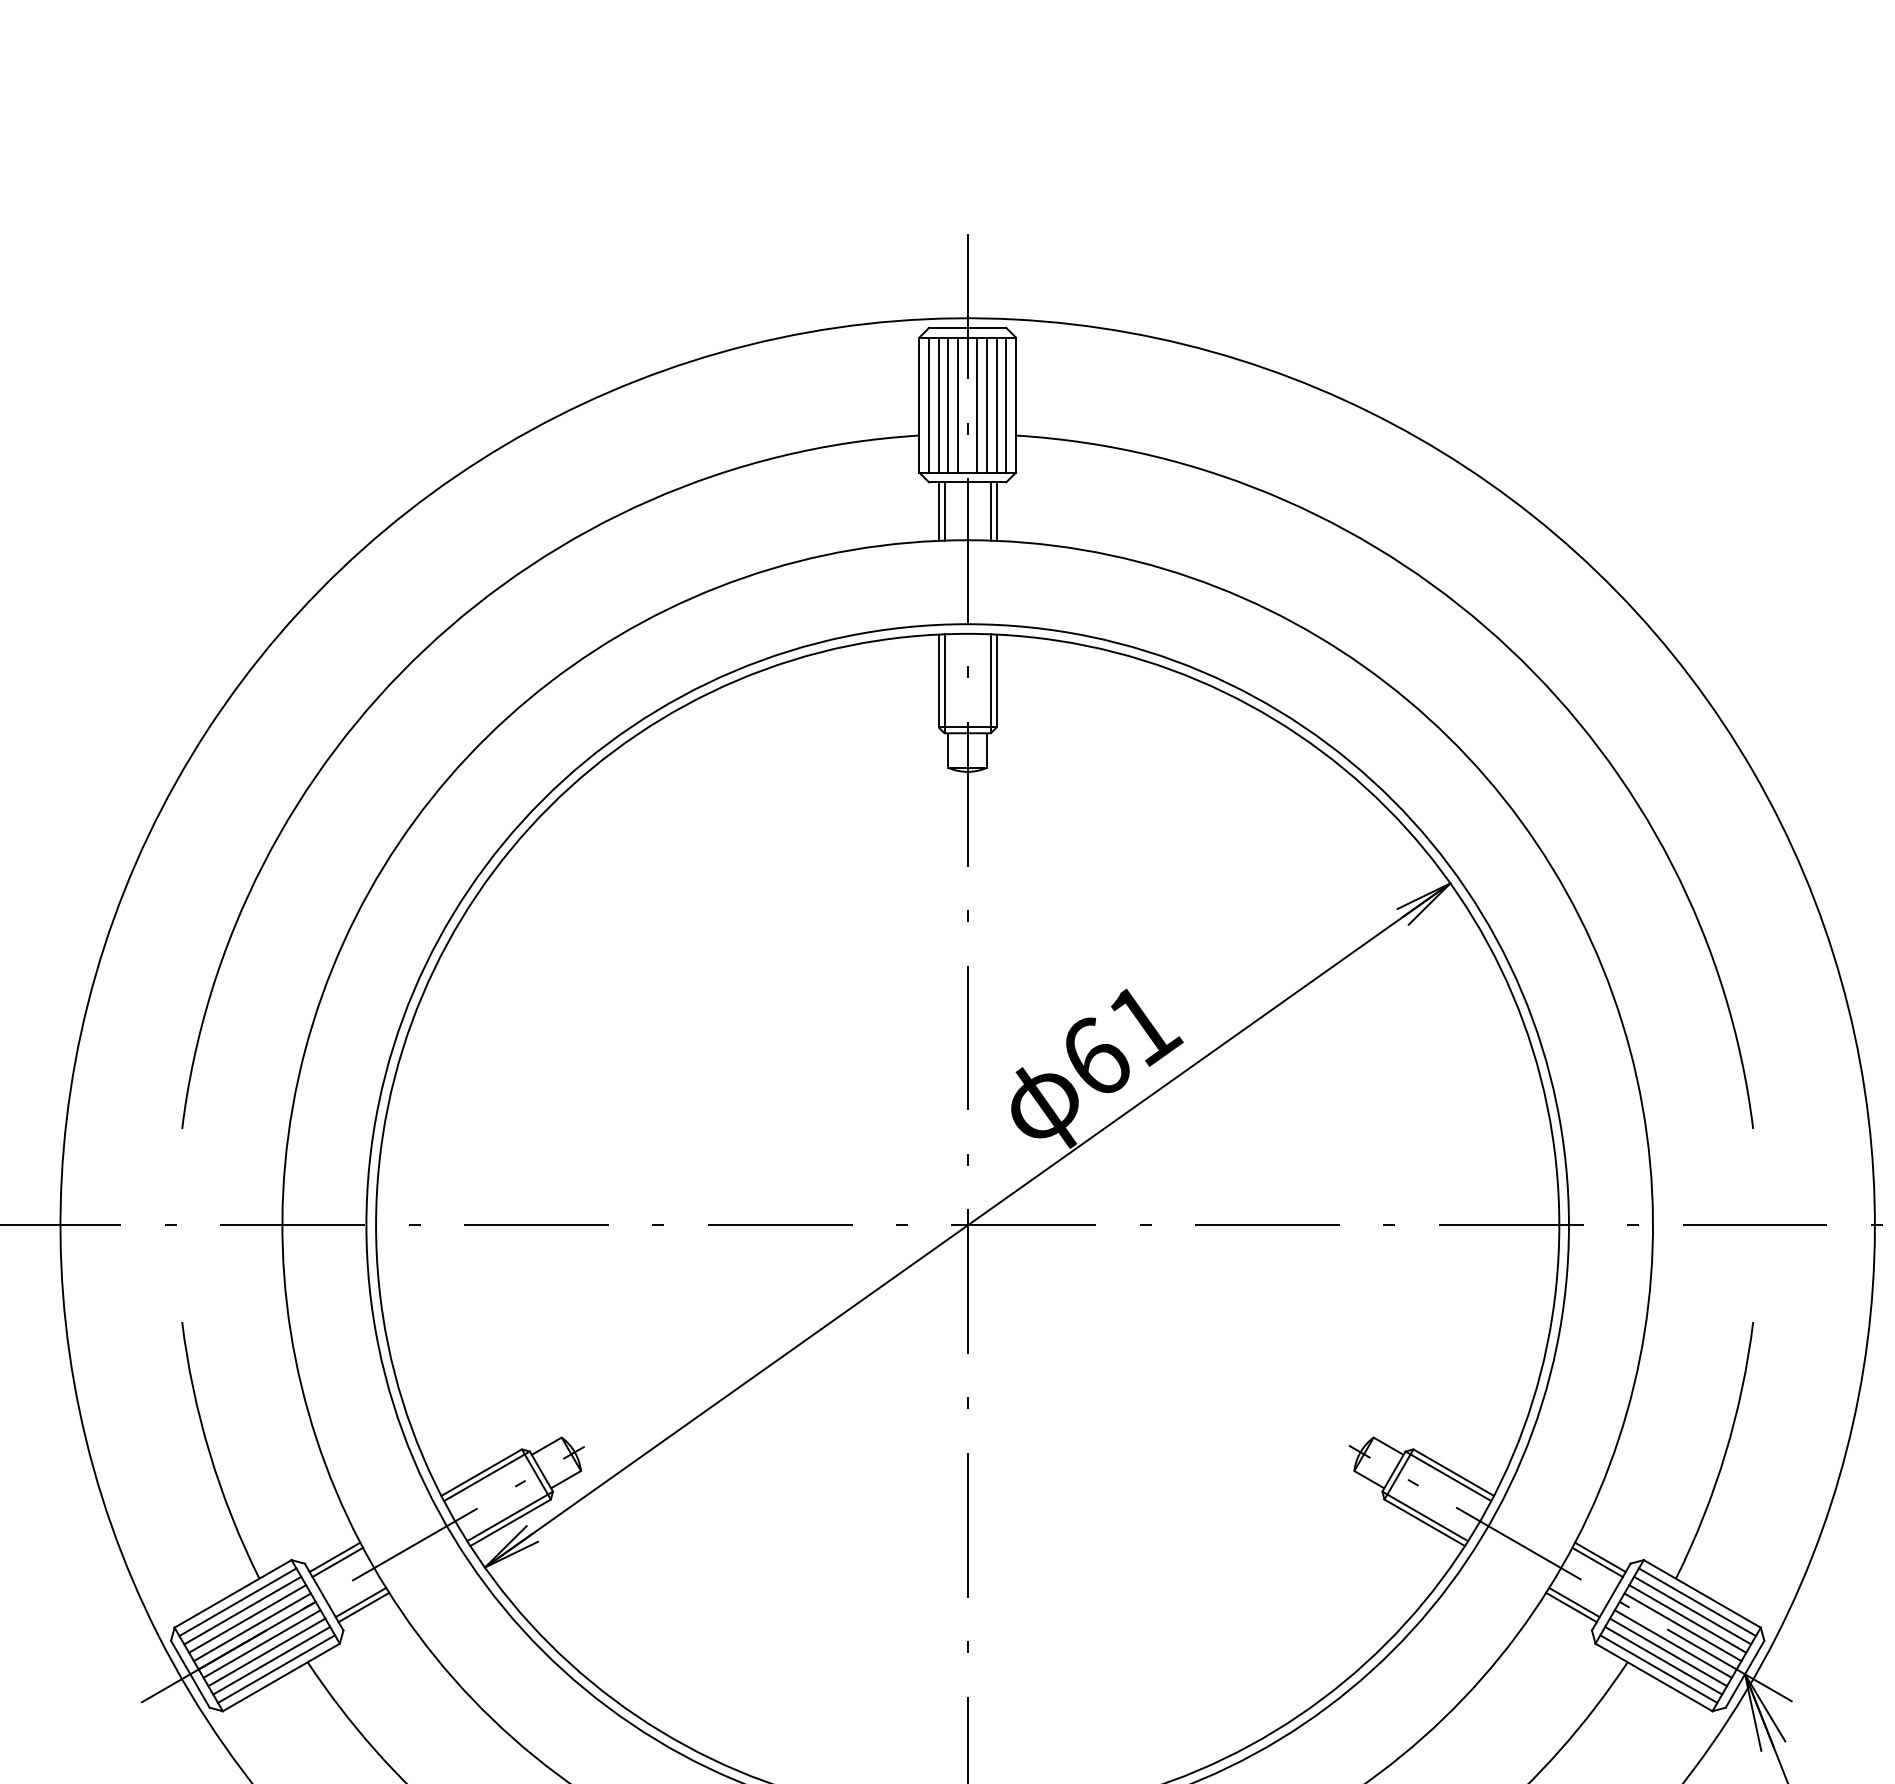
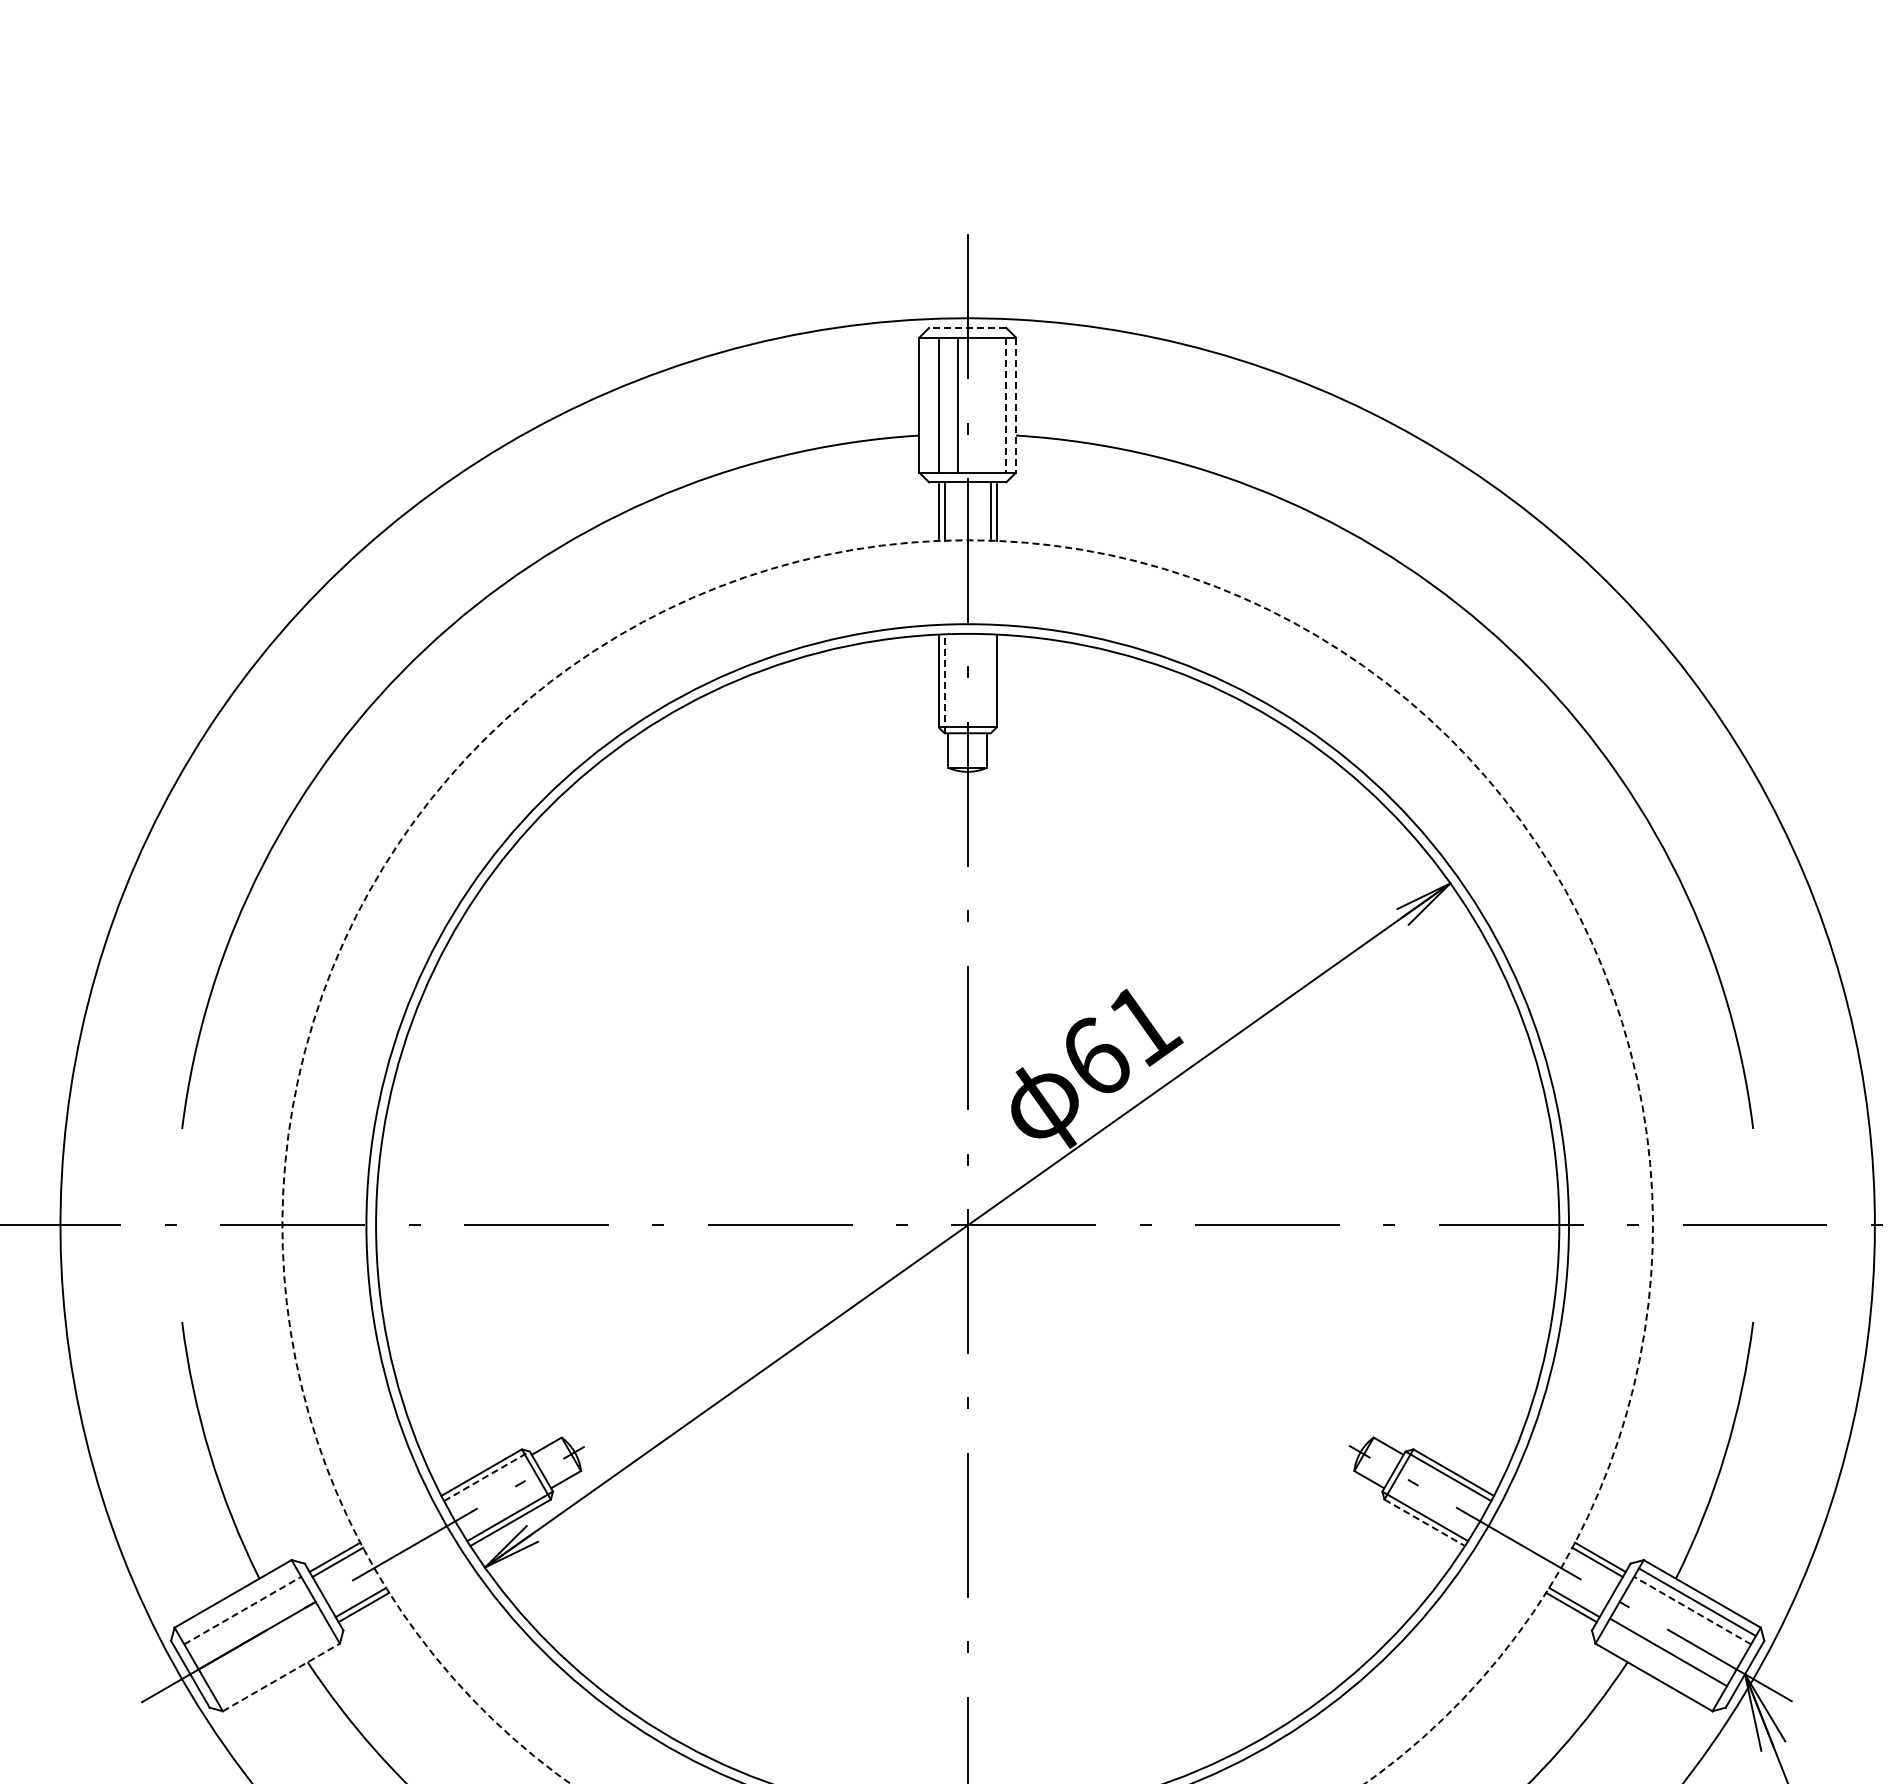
line at (967, 327): solid -> dashed
line at (929, 404): present -> none
line at (948, 404): present -> none
line at (977, 404): present -> none
line at (987, 404): present -> none
line at (996, 404): present -> none
line at (1006, 405): solid -> dashed
line at (1015, 405): solid -> dashed
arc at (967, 540): solid -> dashed
line at (944, 683): solid -> dashed
line at (990, 683): present -> none
line at (487, 1476): solid -> dashed
line at (1425, 1523): solid -> dashed
line at (237, 1602): present -> none
line at (242, 1610): solid -> dashed
line at (1692, 1610): solid -> dashed
line at (247, 1618): present -> none
line at (1687, 1618): present -> none
line at (251, 1627): present -> none
line at (1682, 1627): present -> none
line at (261, 1643): present -> none
line at (1672, 1643): present -> none
line at (266, 1652): present -> none
line at (271, 1660): present -> none
line at (1663, 1660): present -> none
line at (276, 1668): present -> none
line at (1658, 1668): present -> none
line at (281, 1677): solid -> dashed
